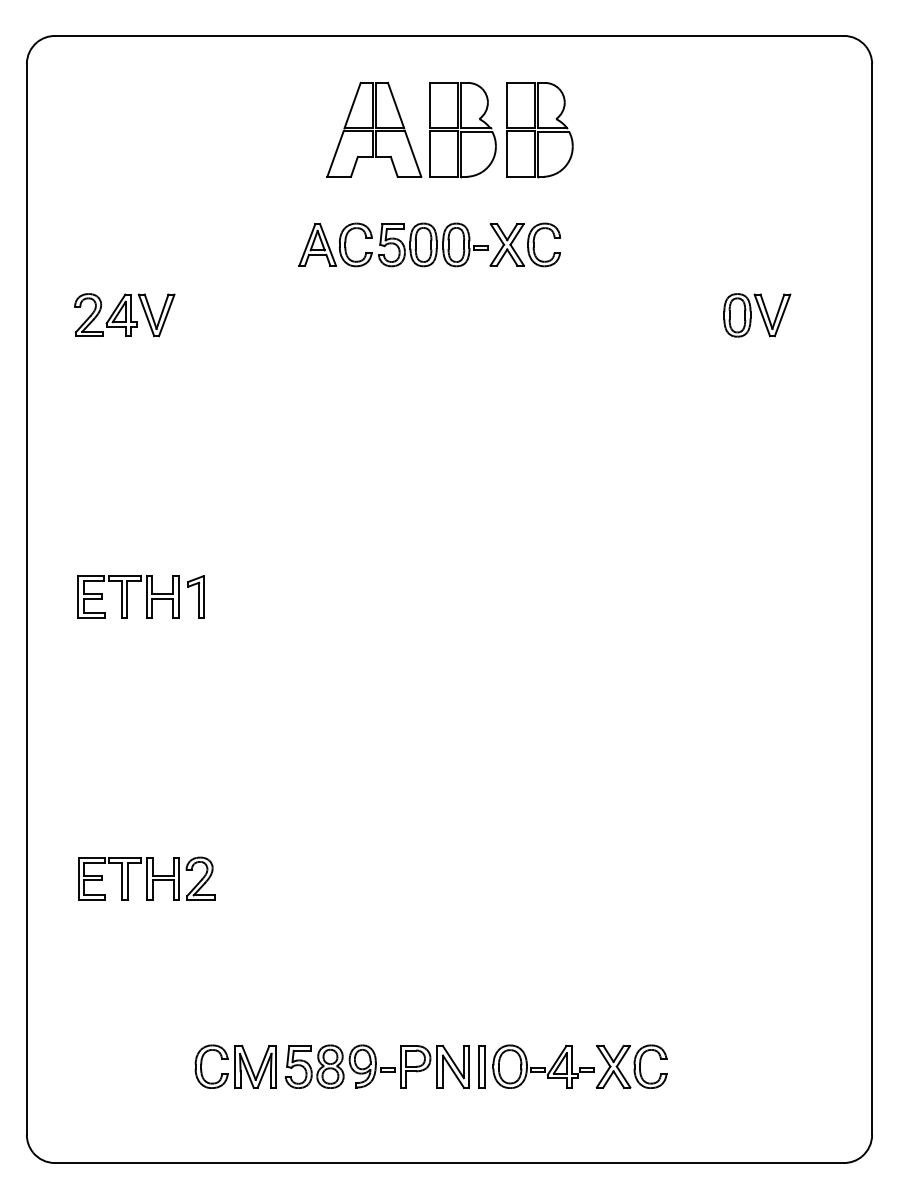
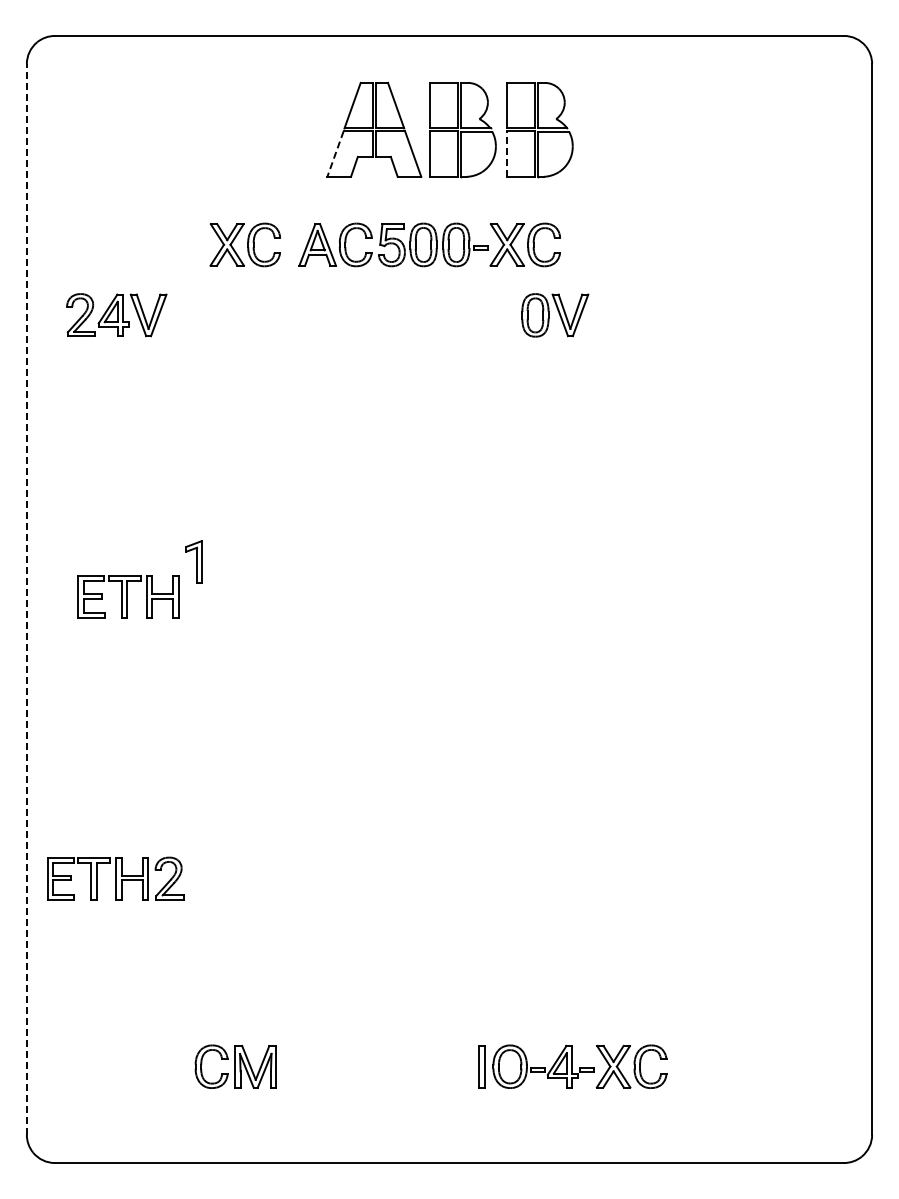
line at (335, 154): solid -> dashed
line at (506, 154): solid -> dashed
part at (244, 244): none -> present
part at (124, 315) position: (124, 315) -> (116, 315)
part at (757, 315) position: (757, 315) -> (555, 315)
part at (195, 596) position: (195, 596) -> (193, 561)
line at (26, 598): solid -> dashed
part at (146, 878) position: (146, 878) -> (115, 878)
part at (376, 1066): present -> none
